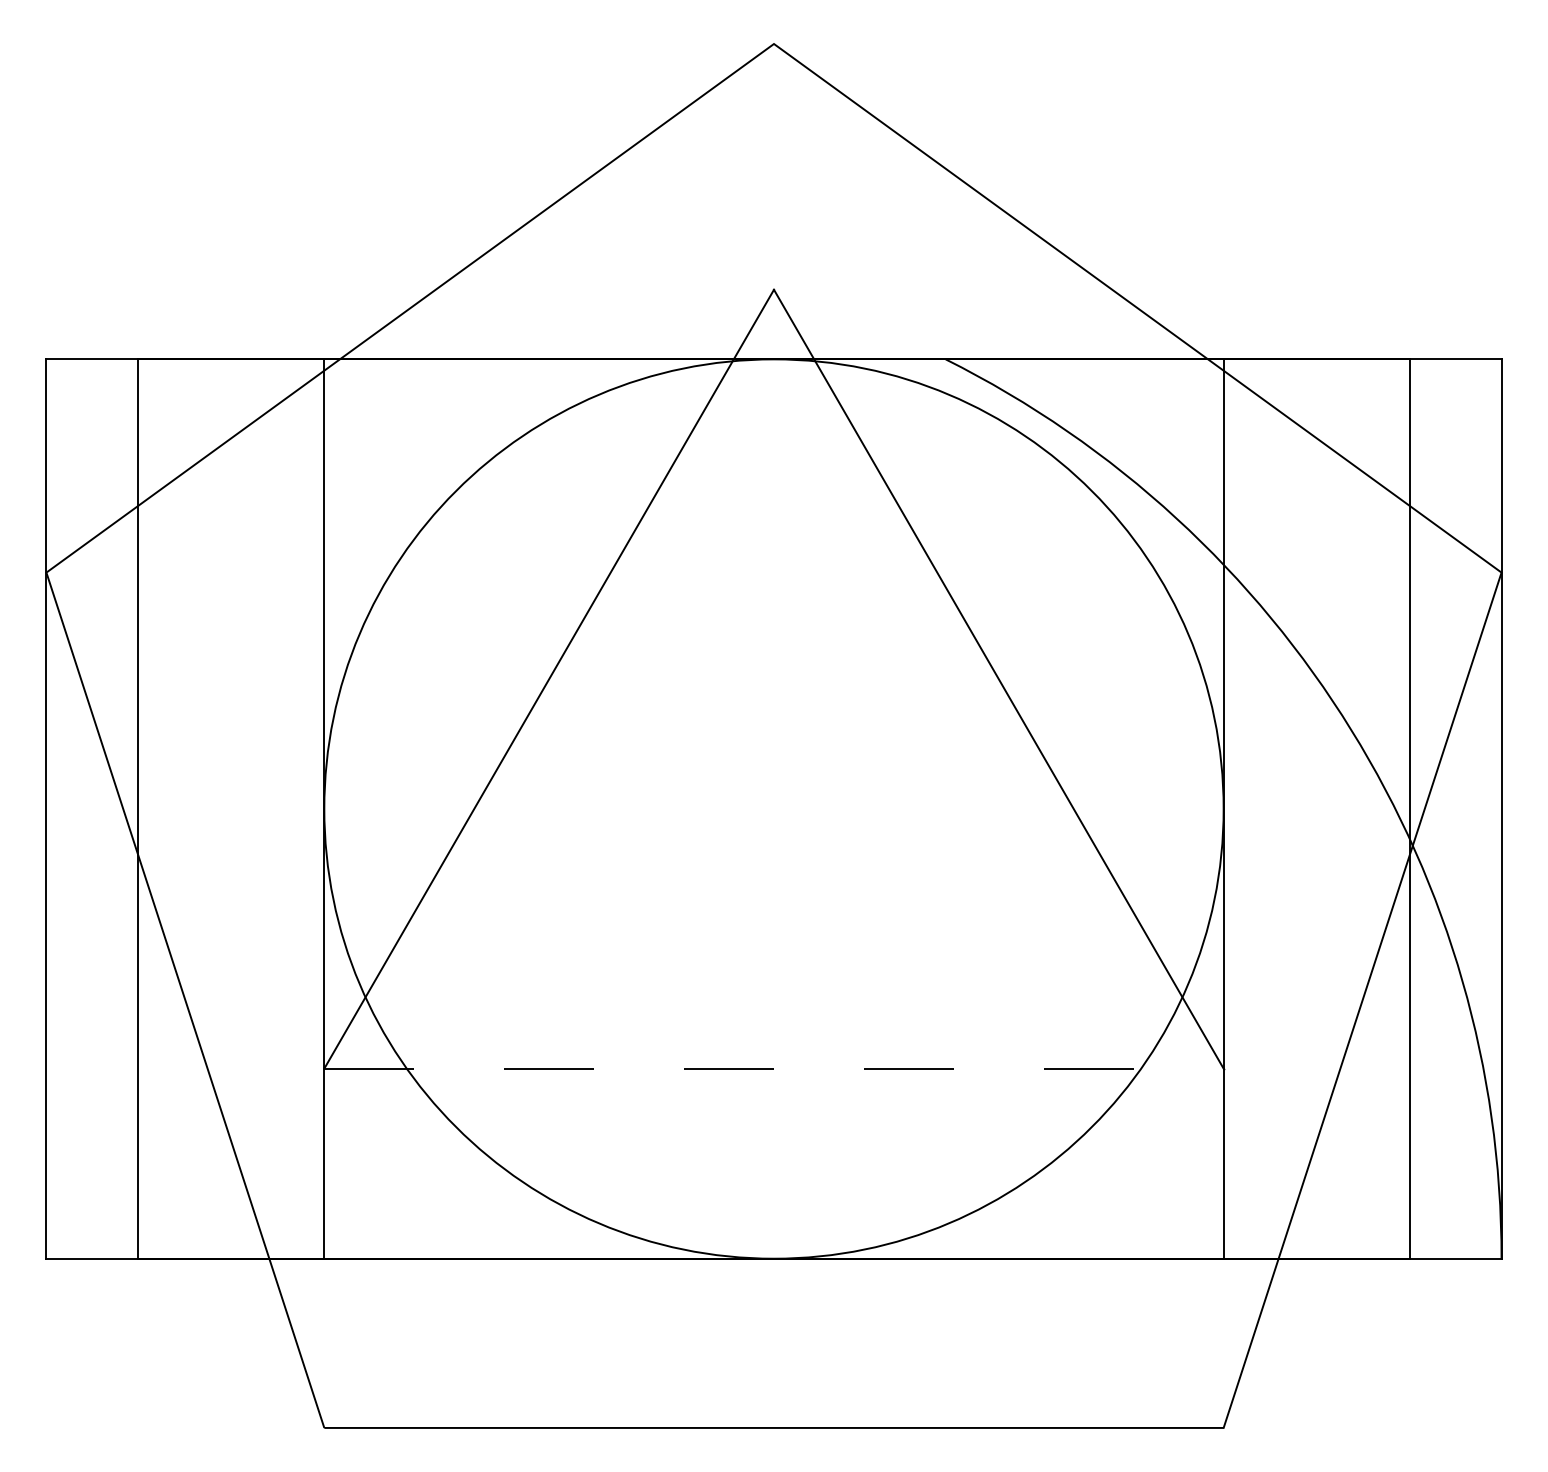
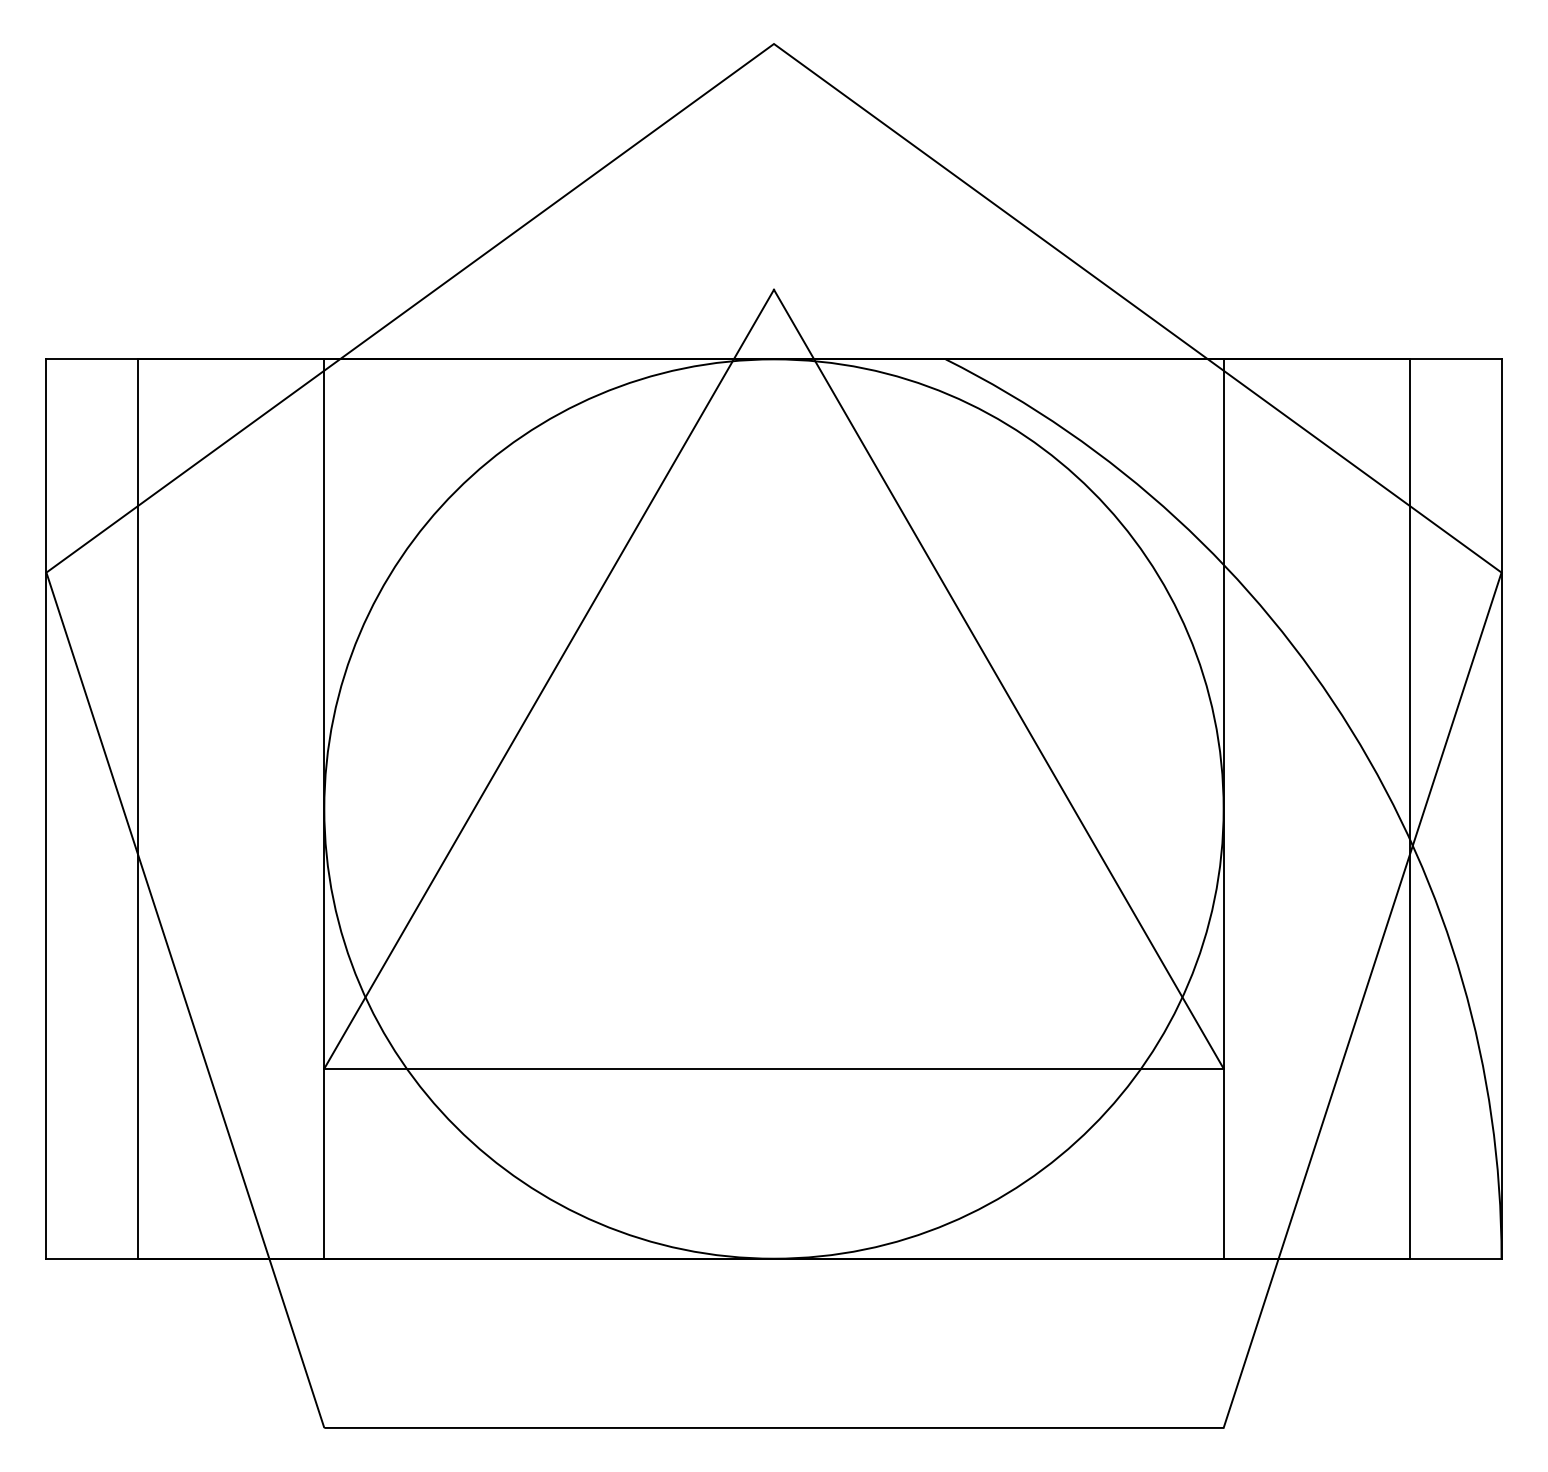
line at (773, 1068): dashed -> solid
